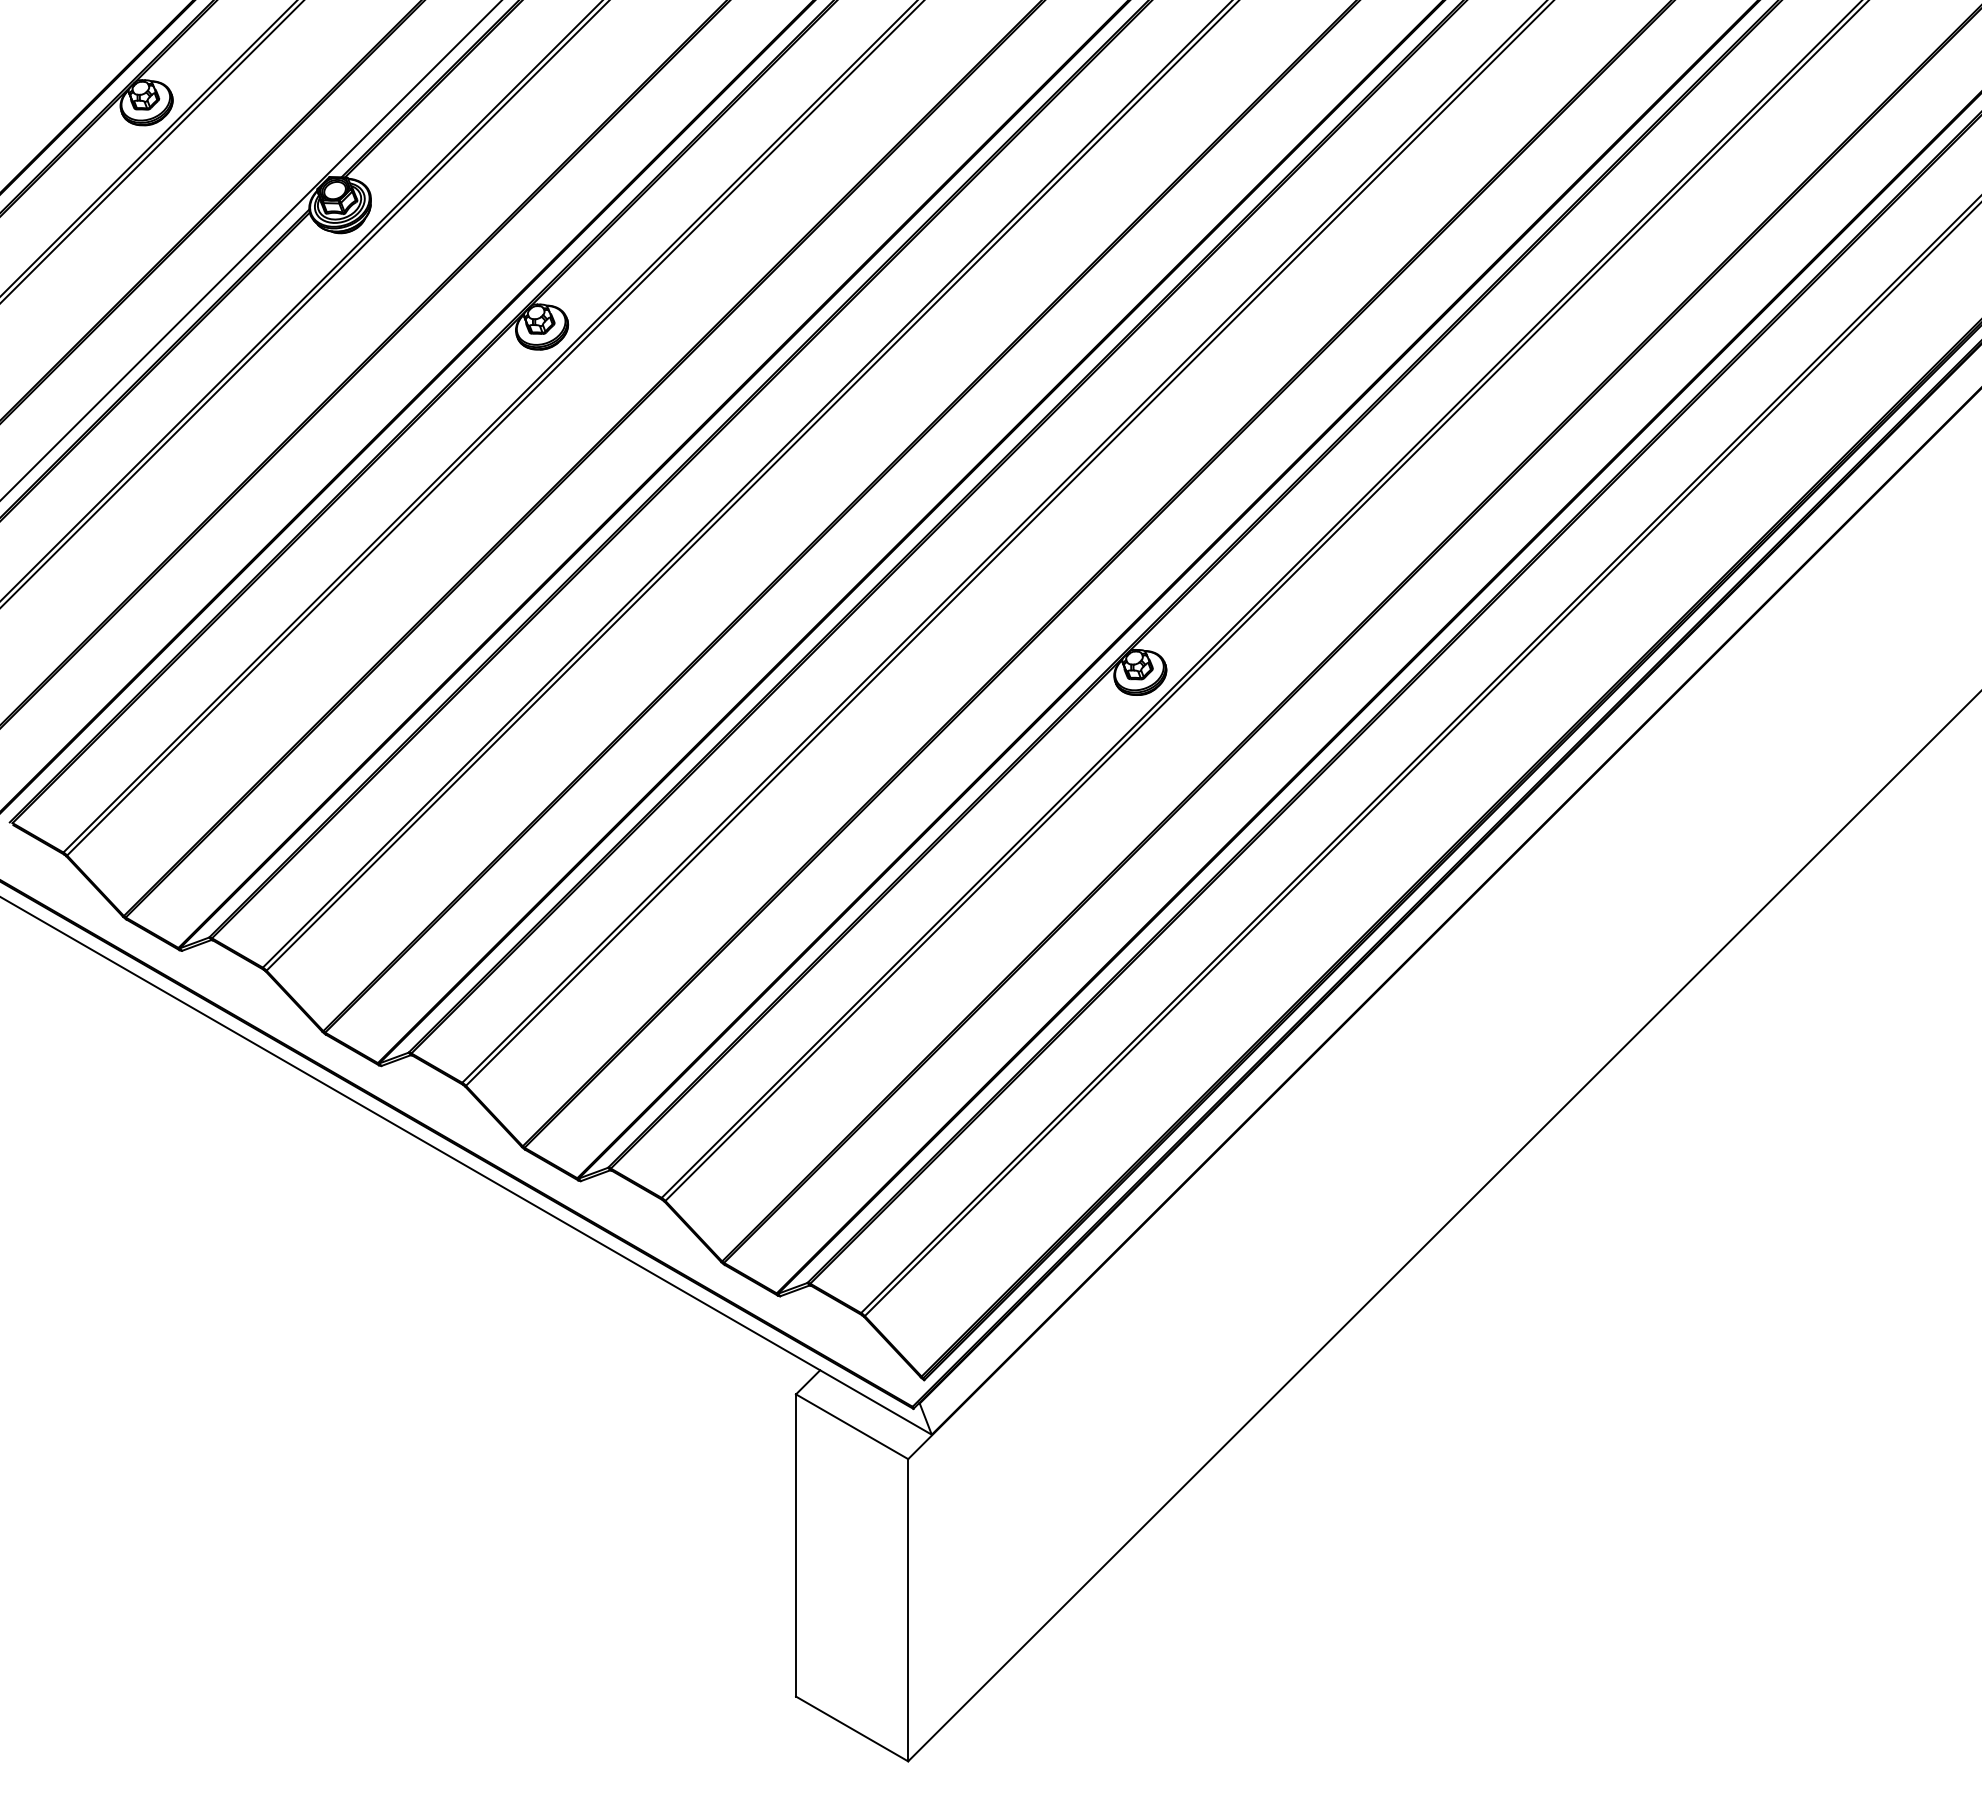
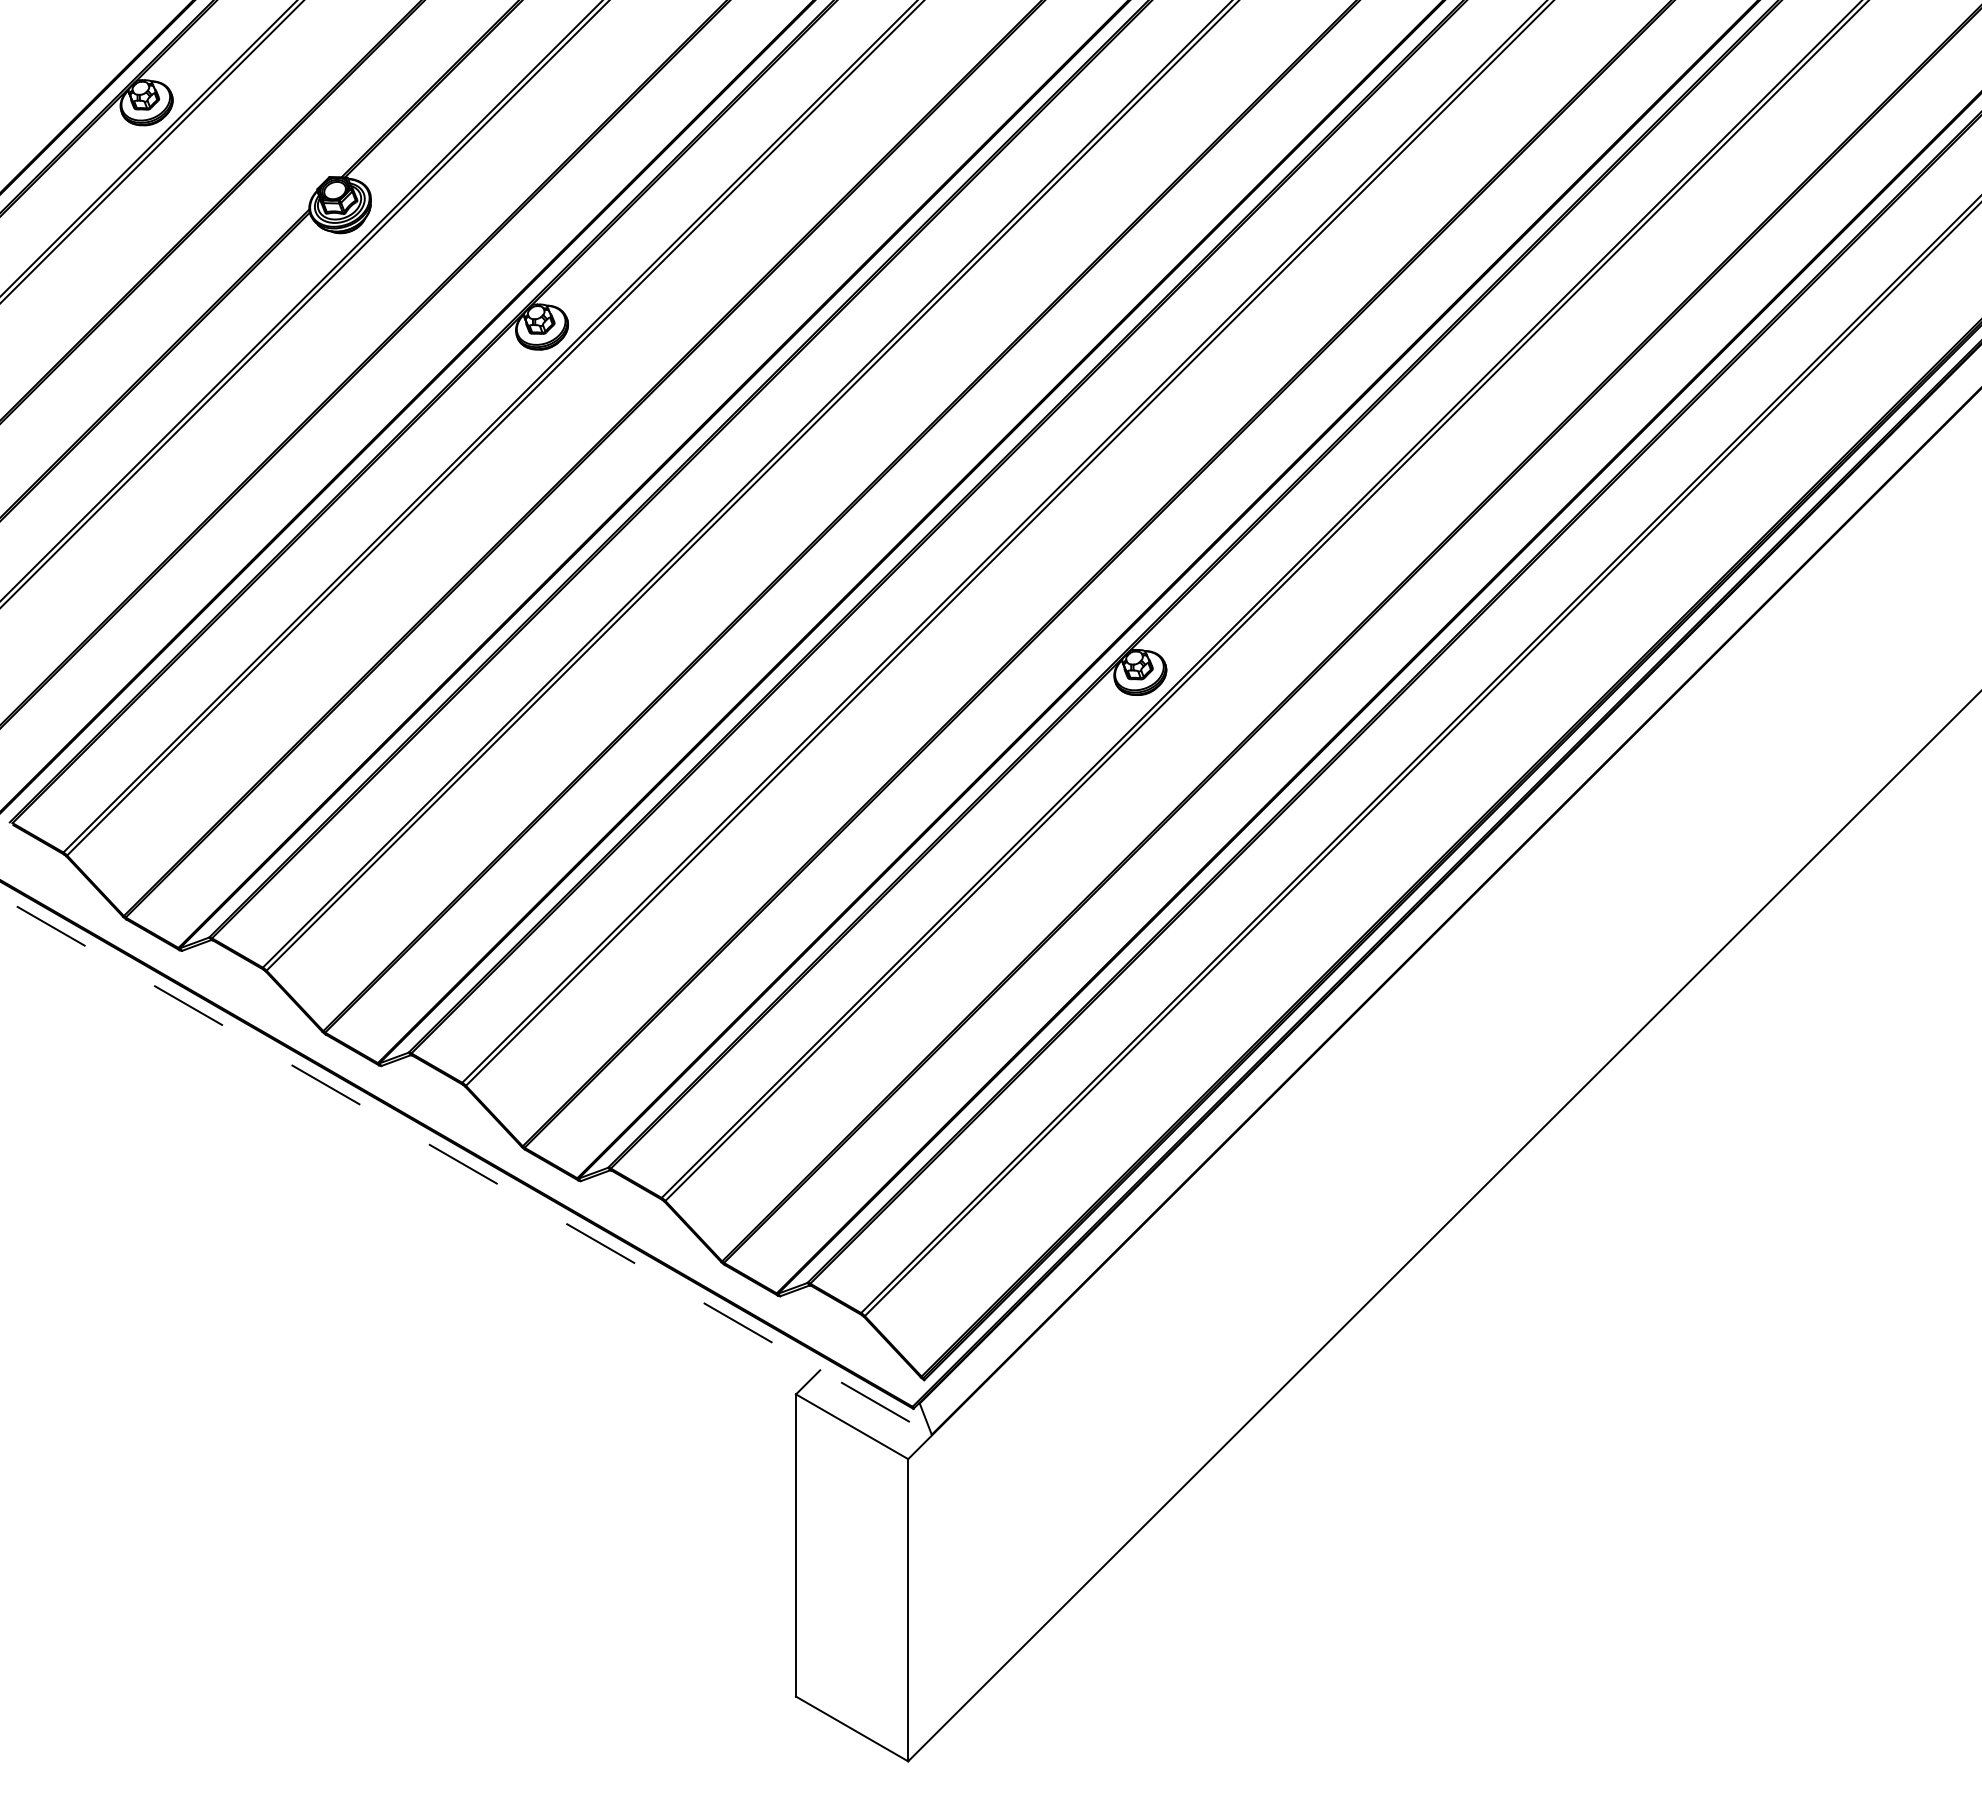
line at (250, 250): present -> none
line at (465, 1165): solid -> dashed
